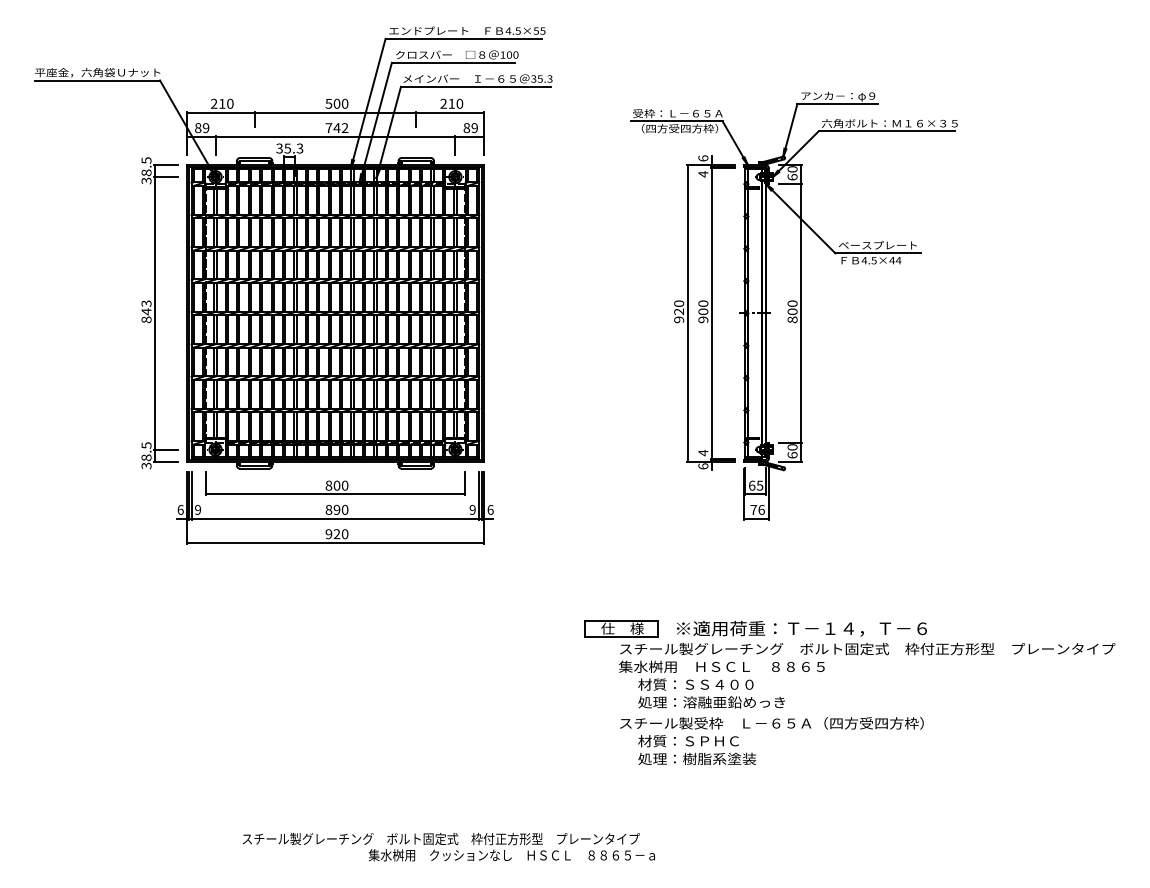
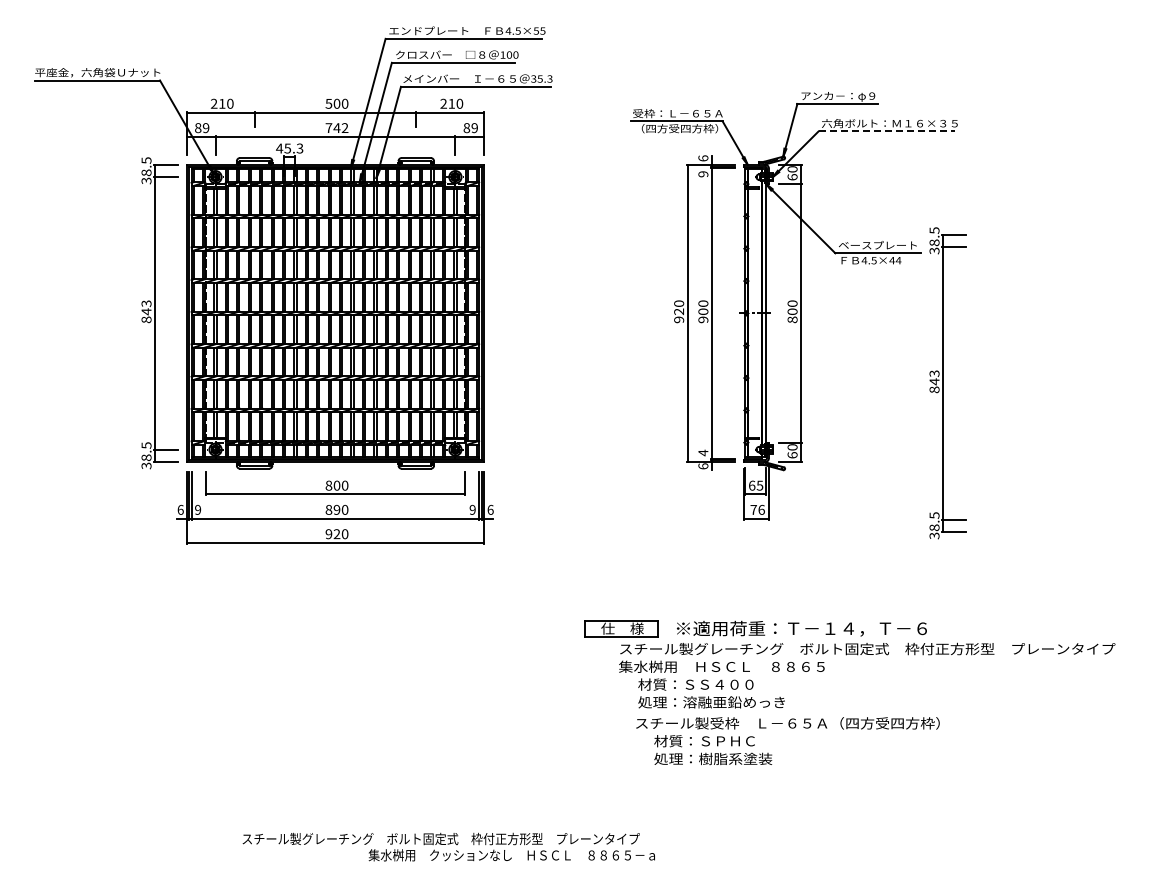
line at (887, 131): solid -> dashed
text at (279, 148): 35.3 -> 45.3
text at (703, 174): 4 -> 9
part at (947, 383): none -> present
text at (771, 741) position: (771, 741) -> (787, 741)
